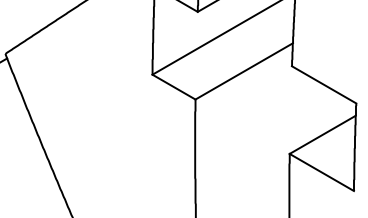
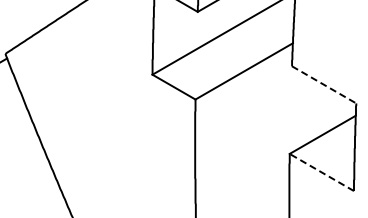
line at (324, 85): solid -> dashed
line at (321, 172): solid -> dashed
